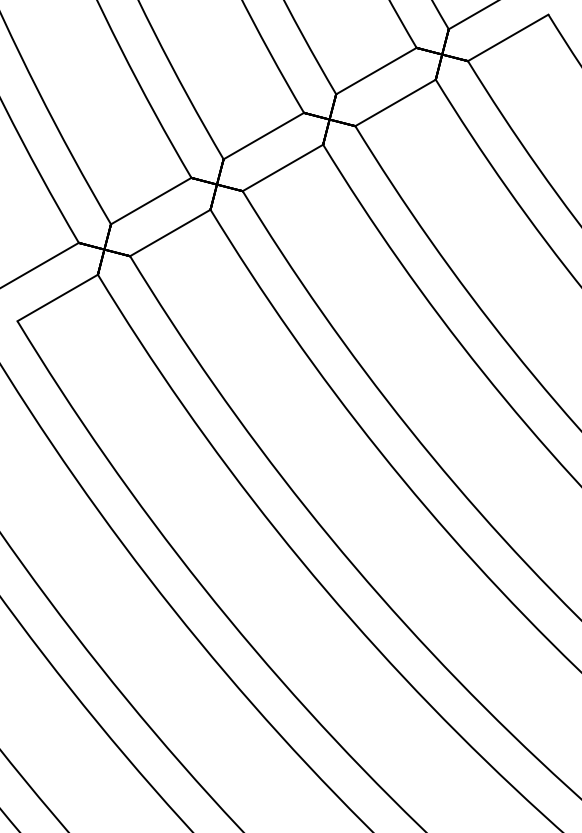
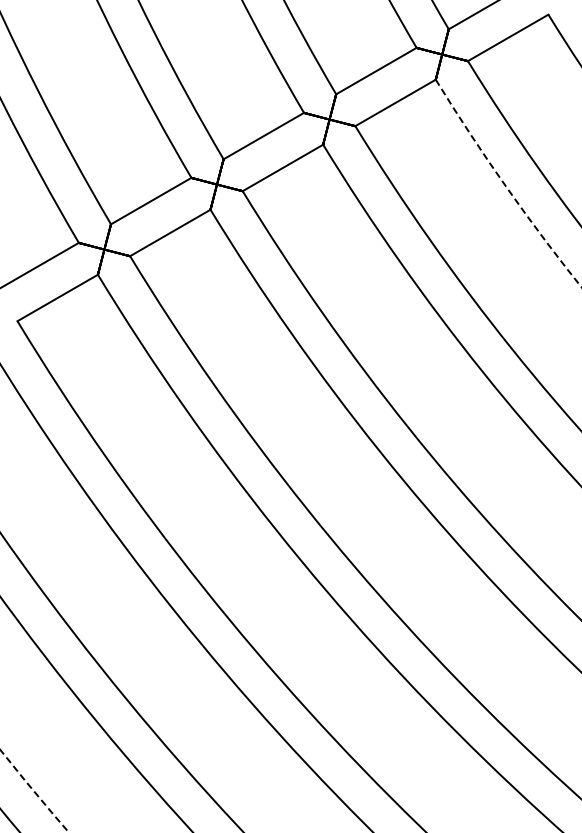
arc at (505, 186): solid -> dashed
arc at (34, 791): solid -> dashed
